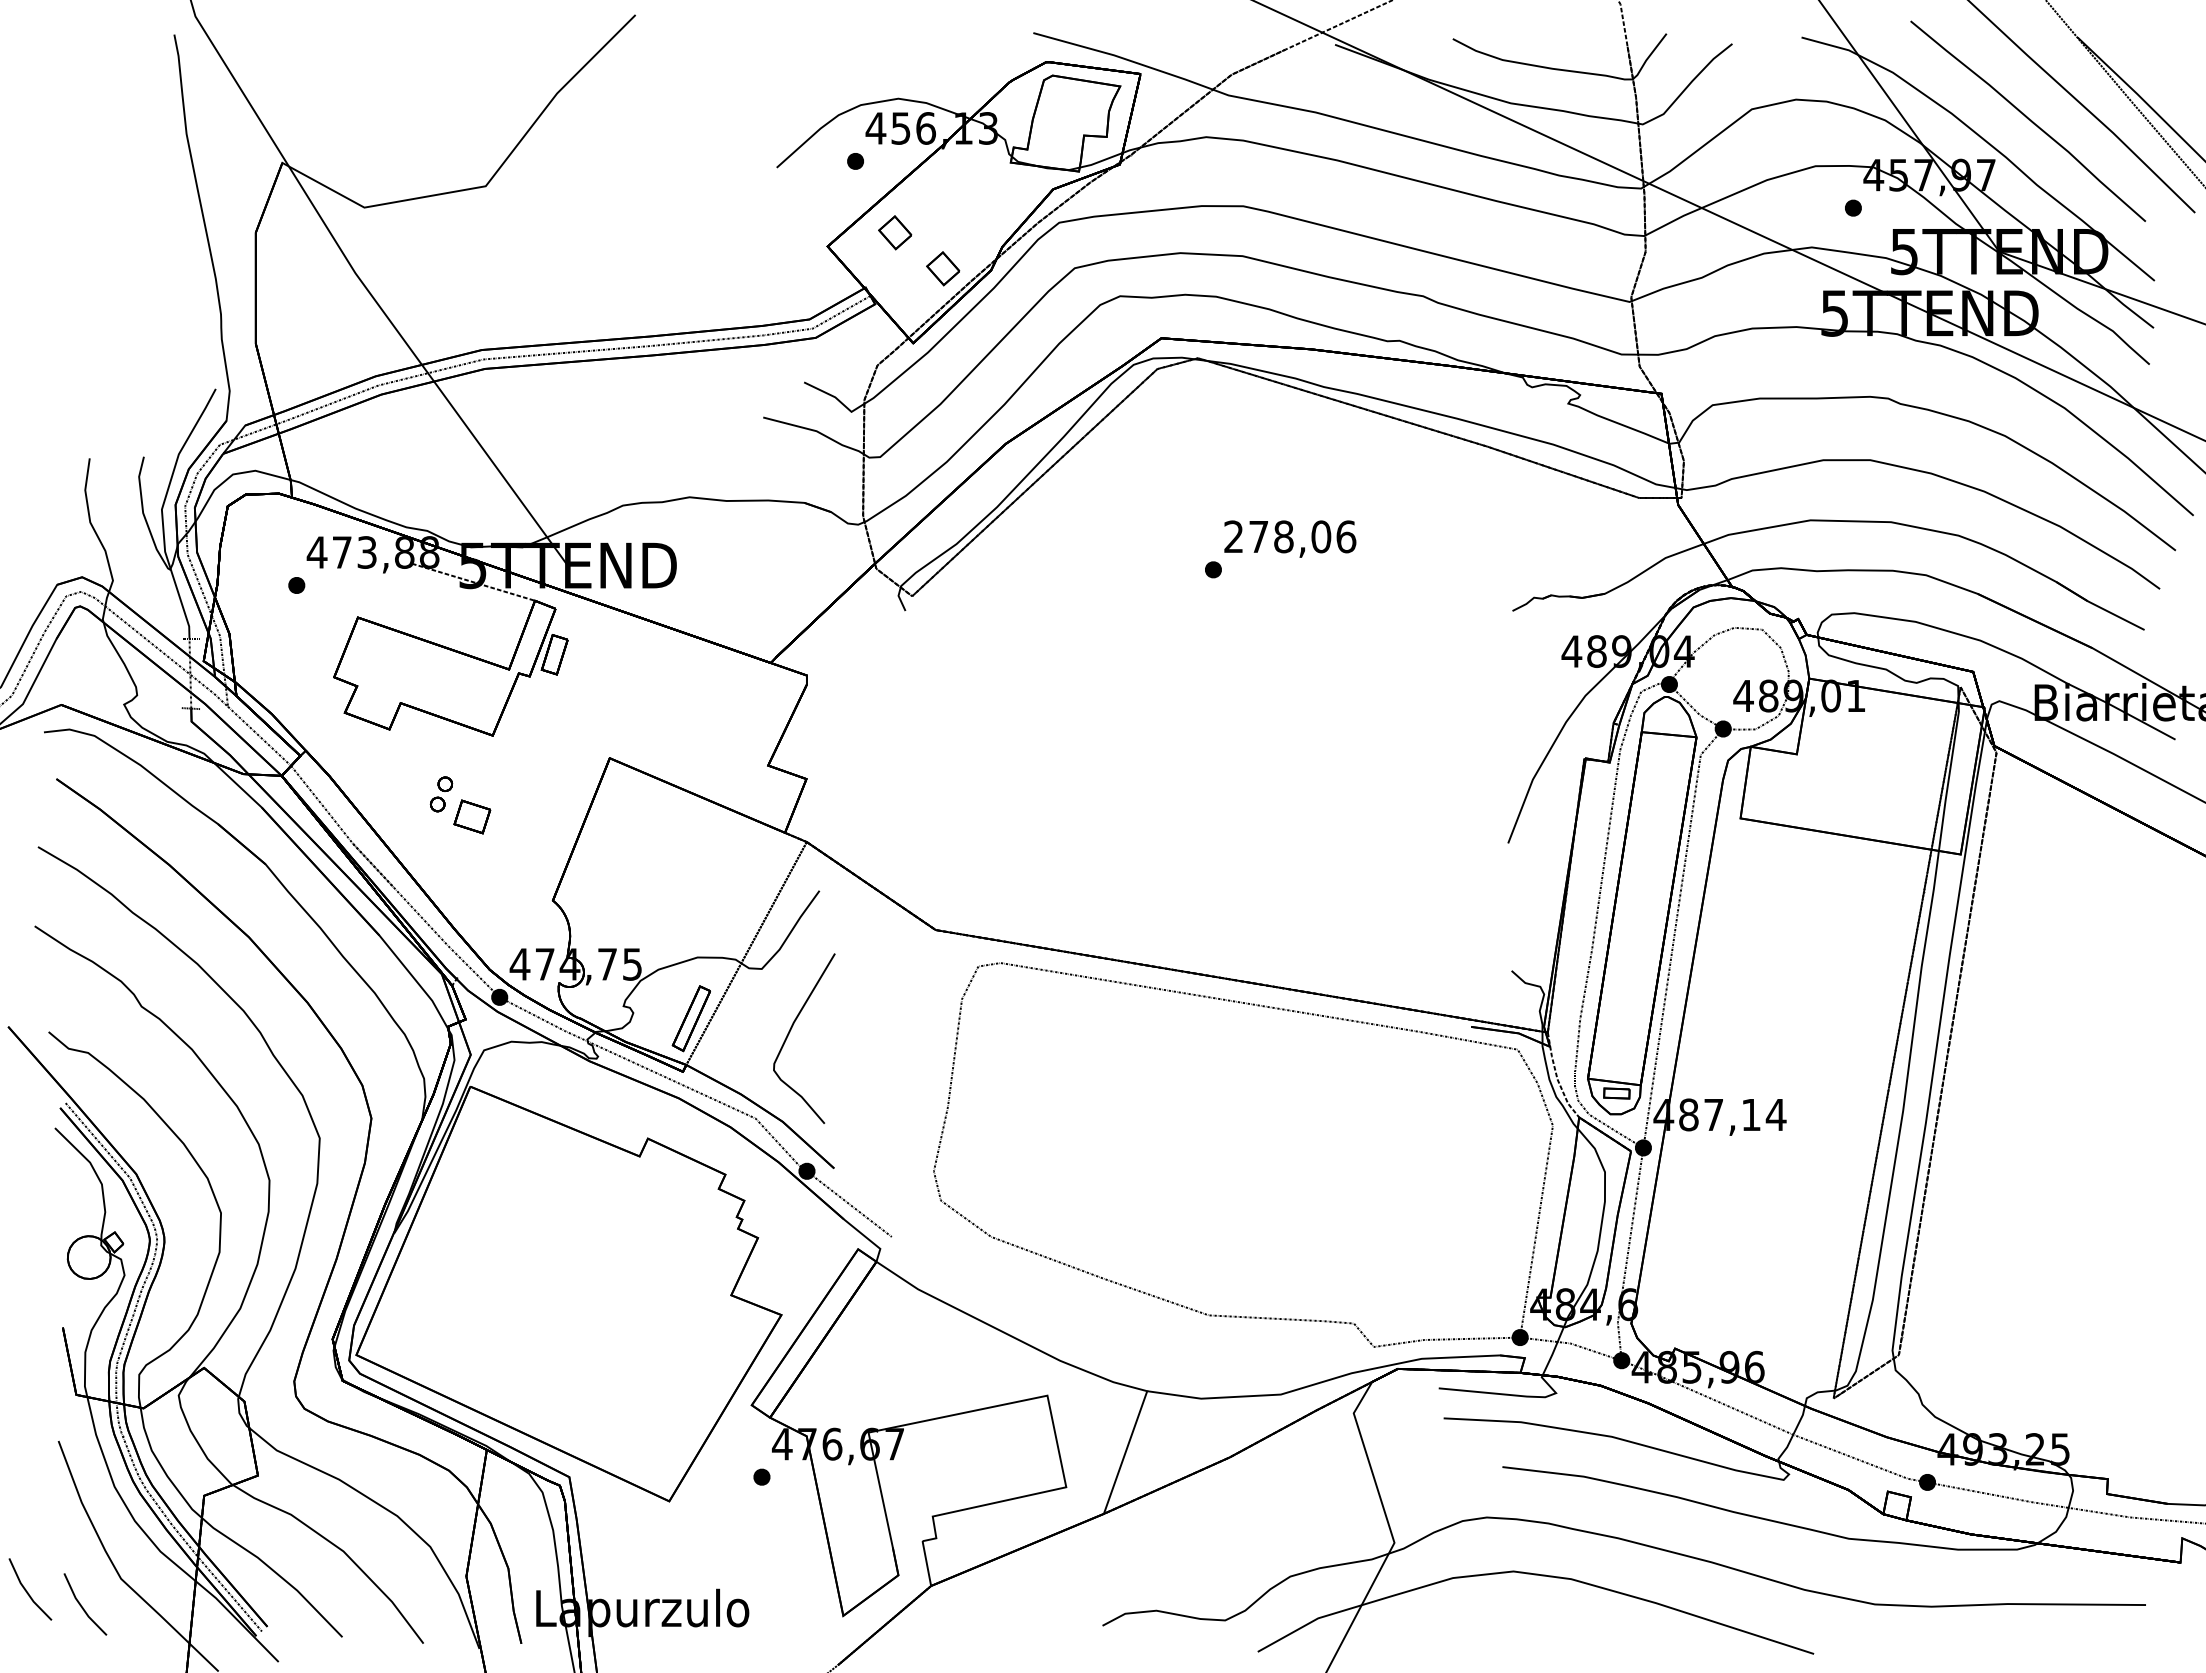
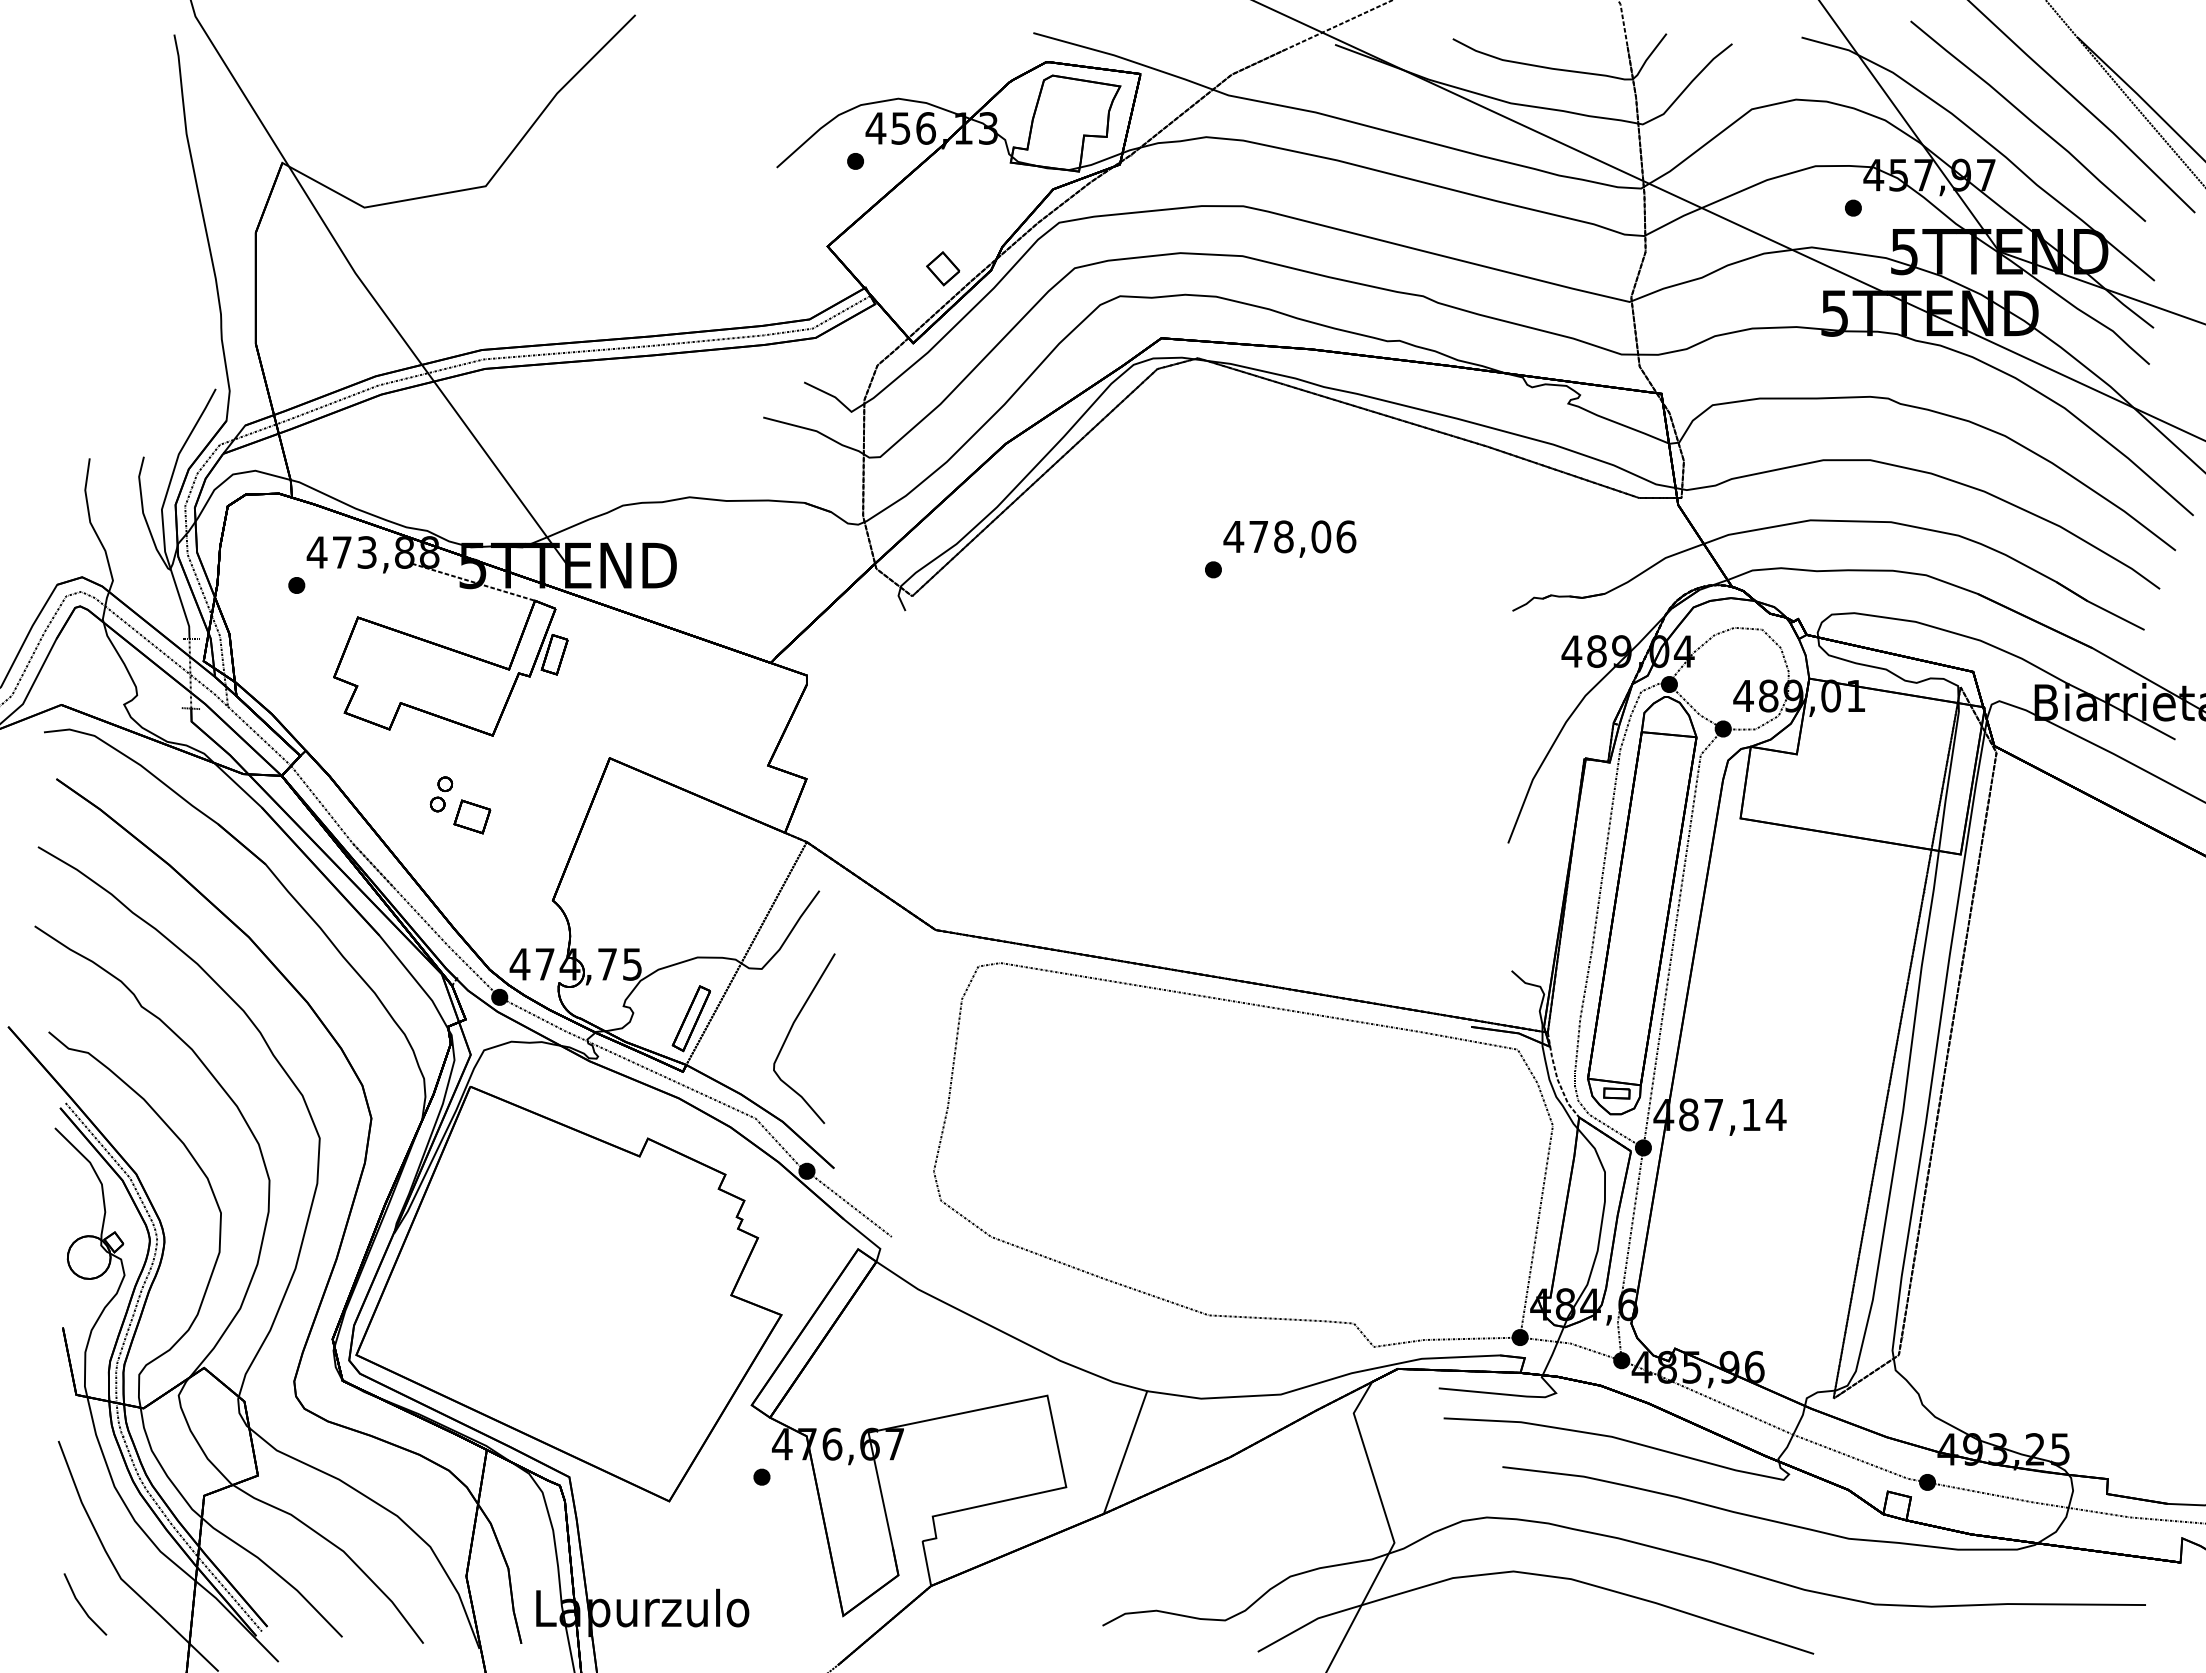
part at (895, 232): present -> none
text at (1233, 536): 278,06 -> 478,06
part at (30, 1589): present -> none
